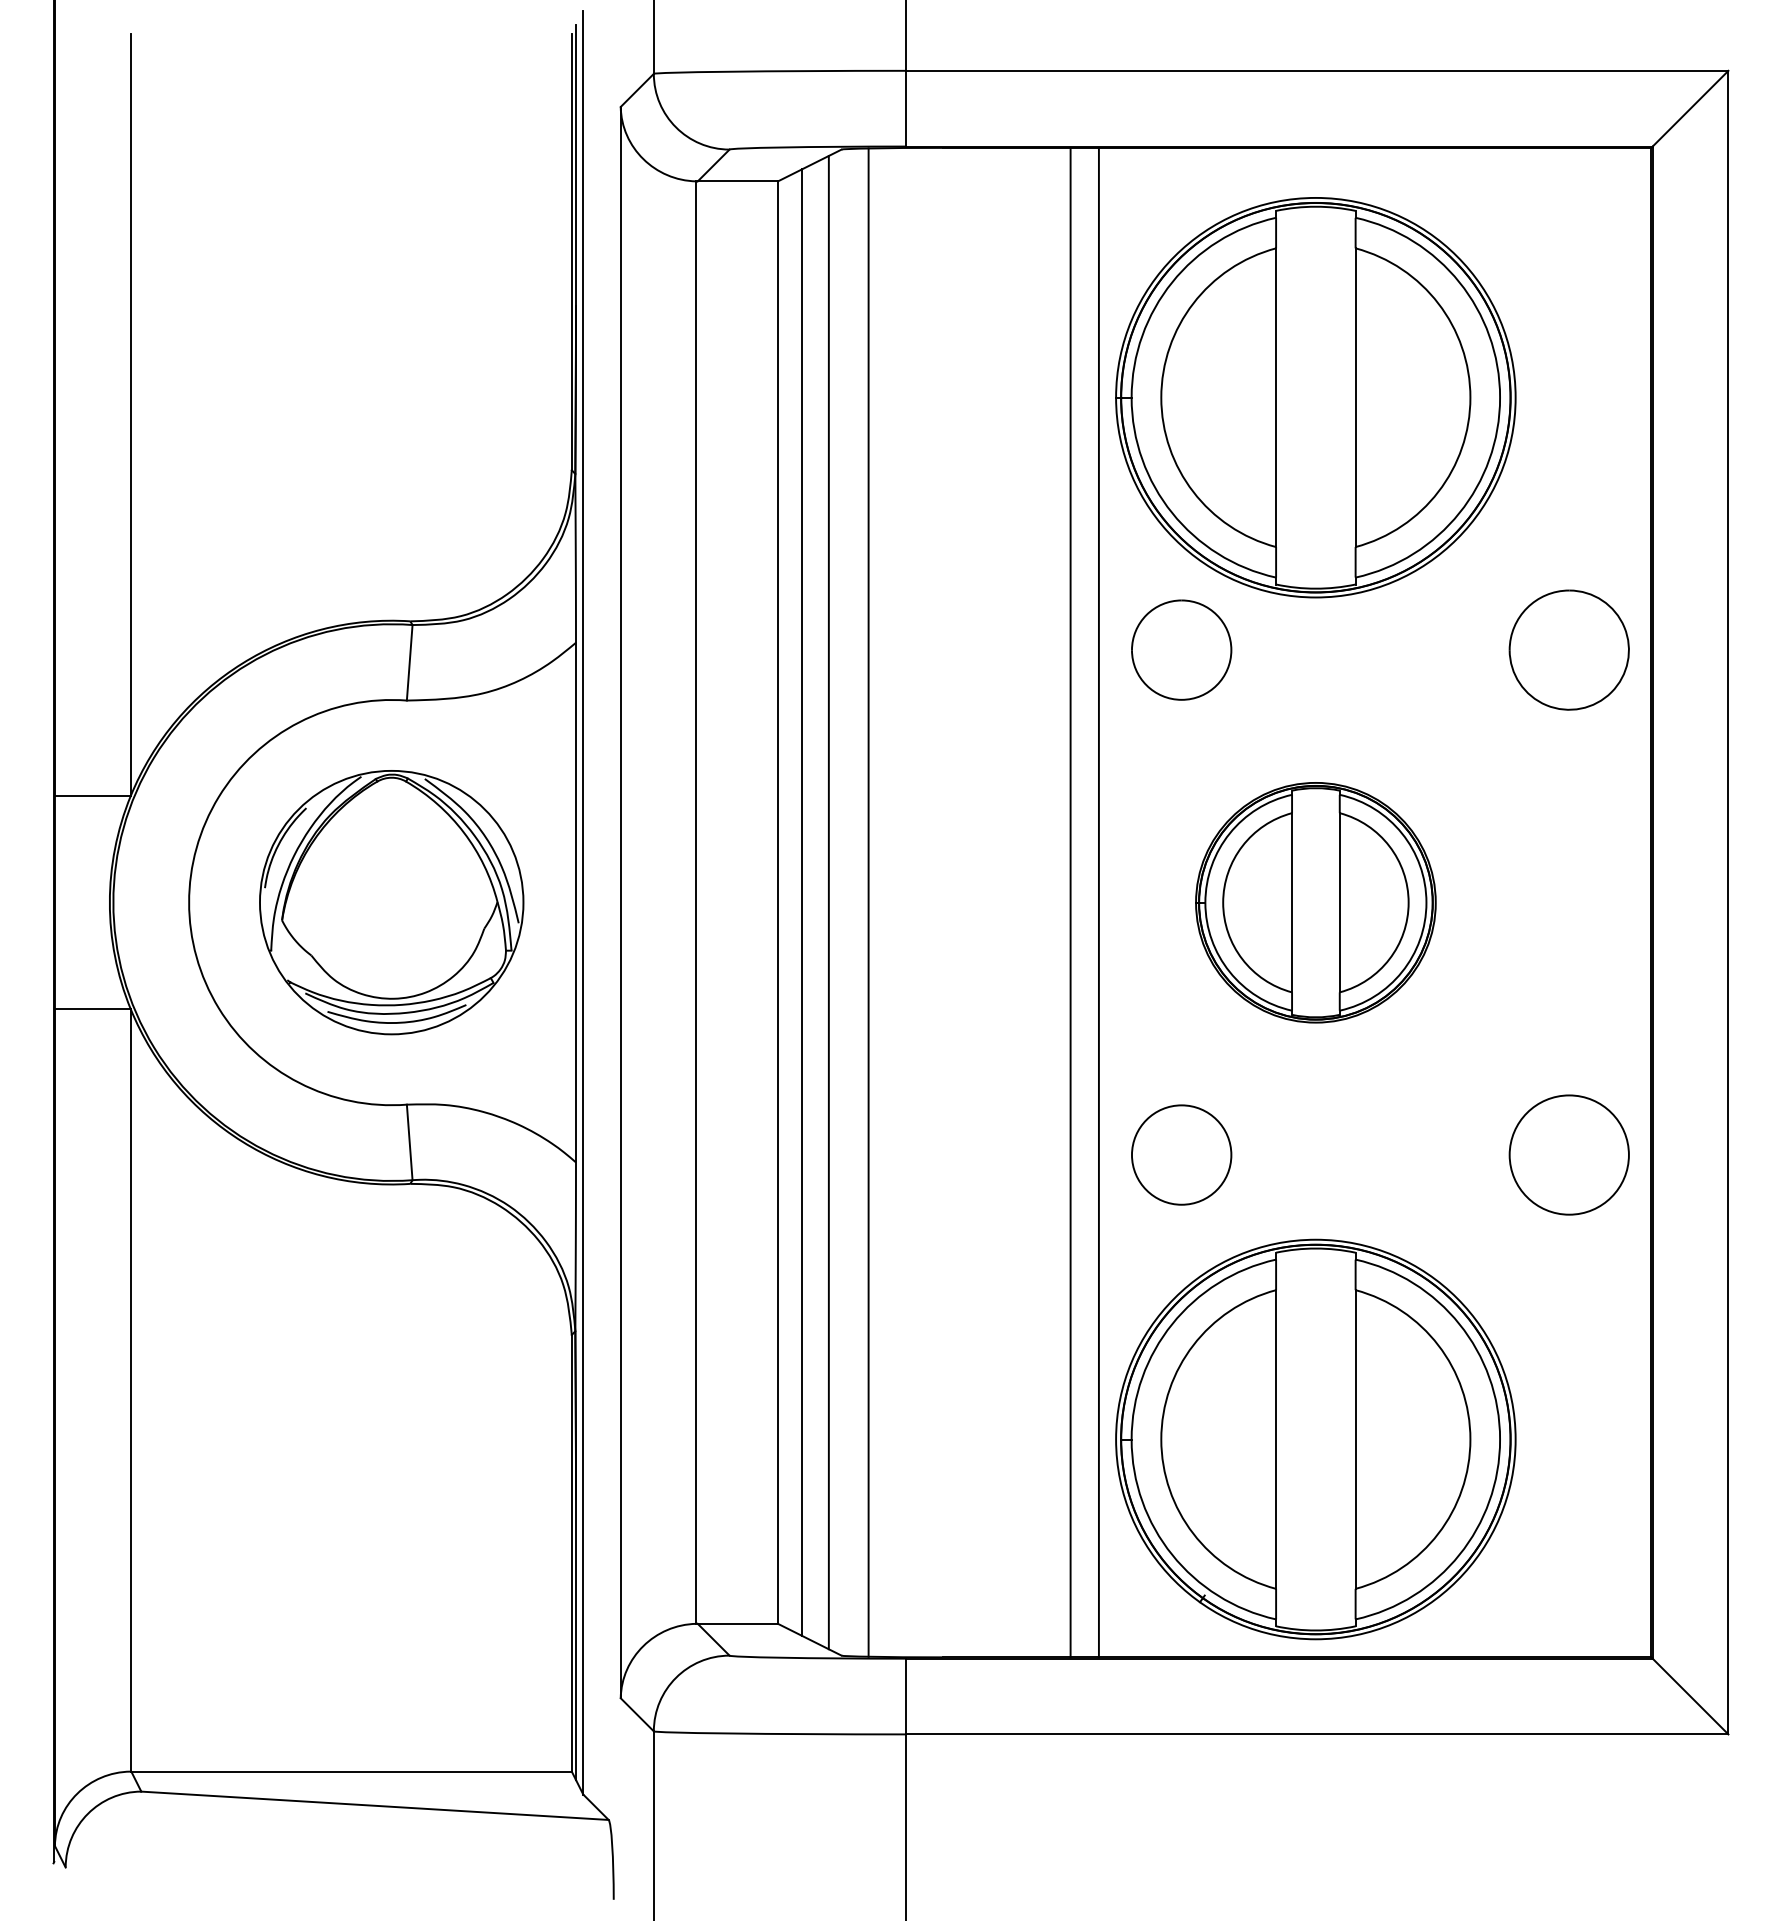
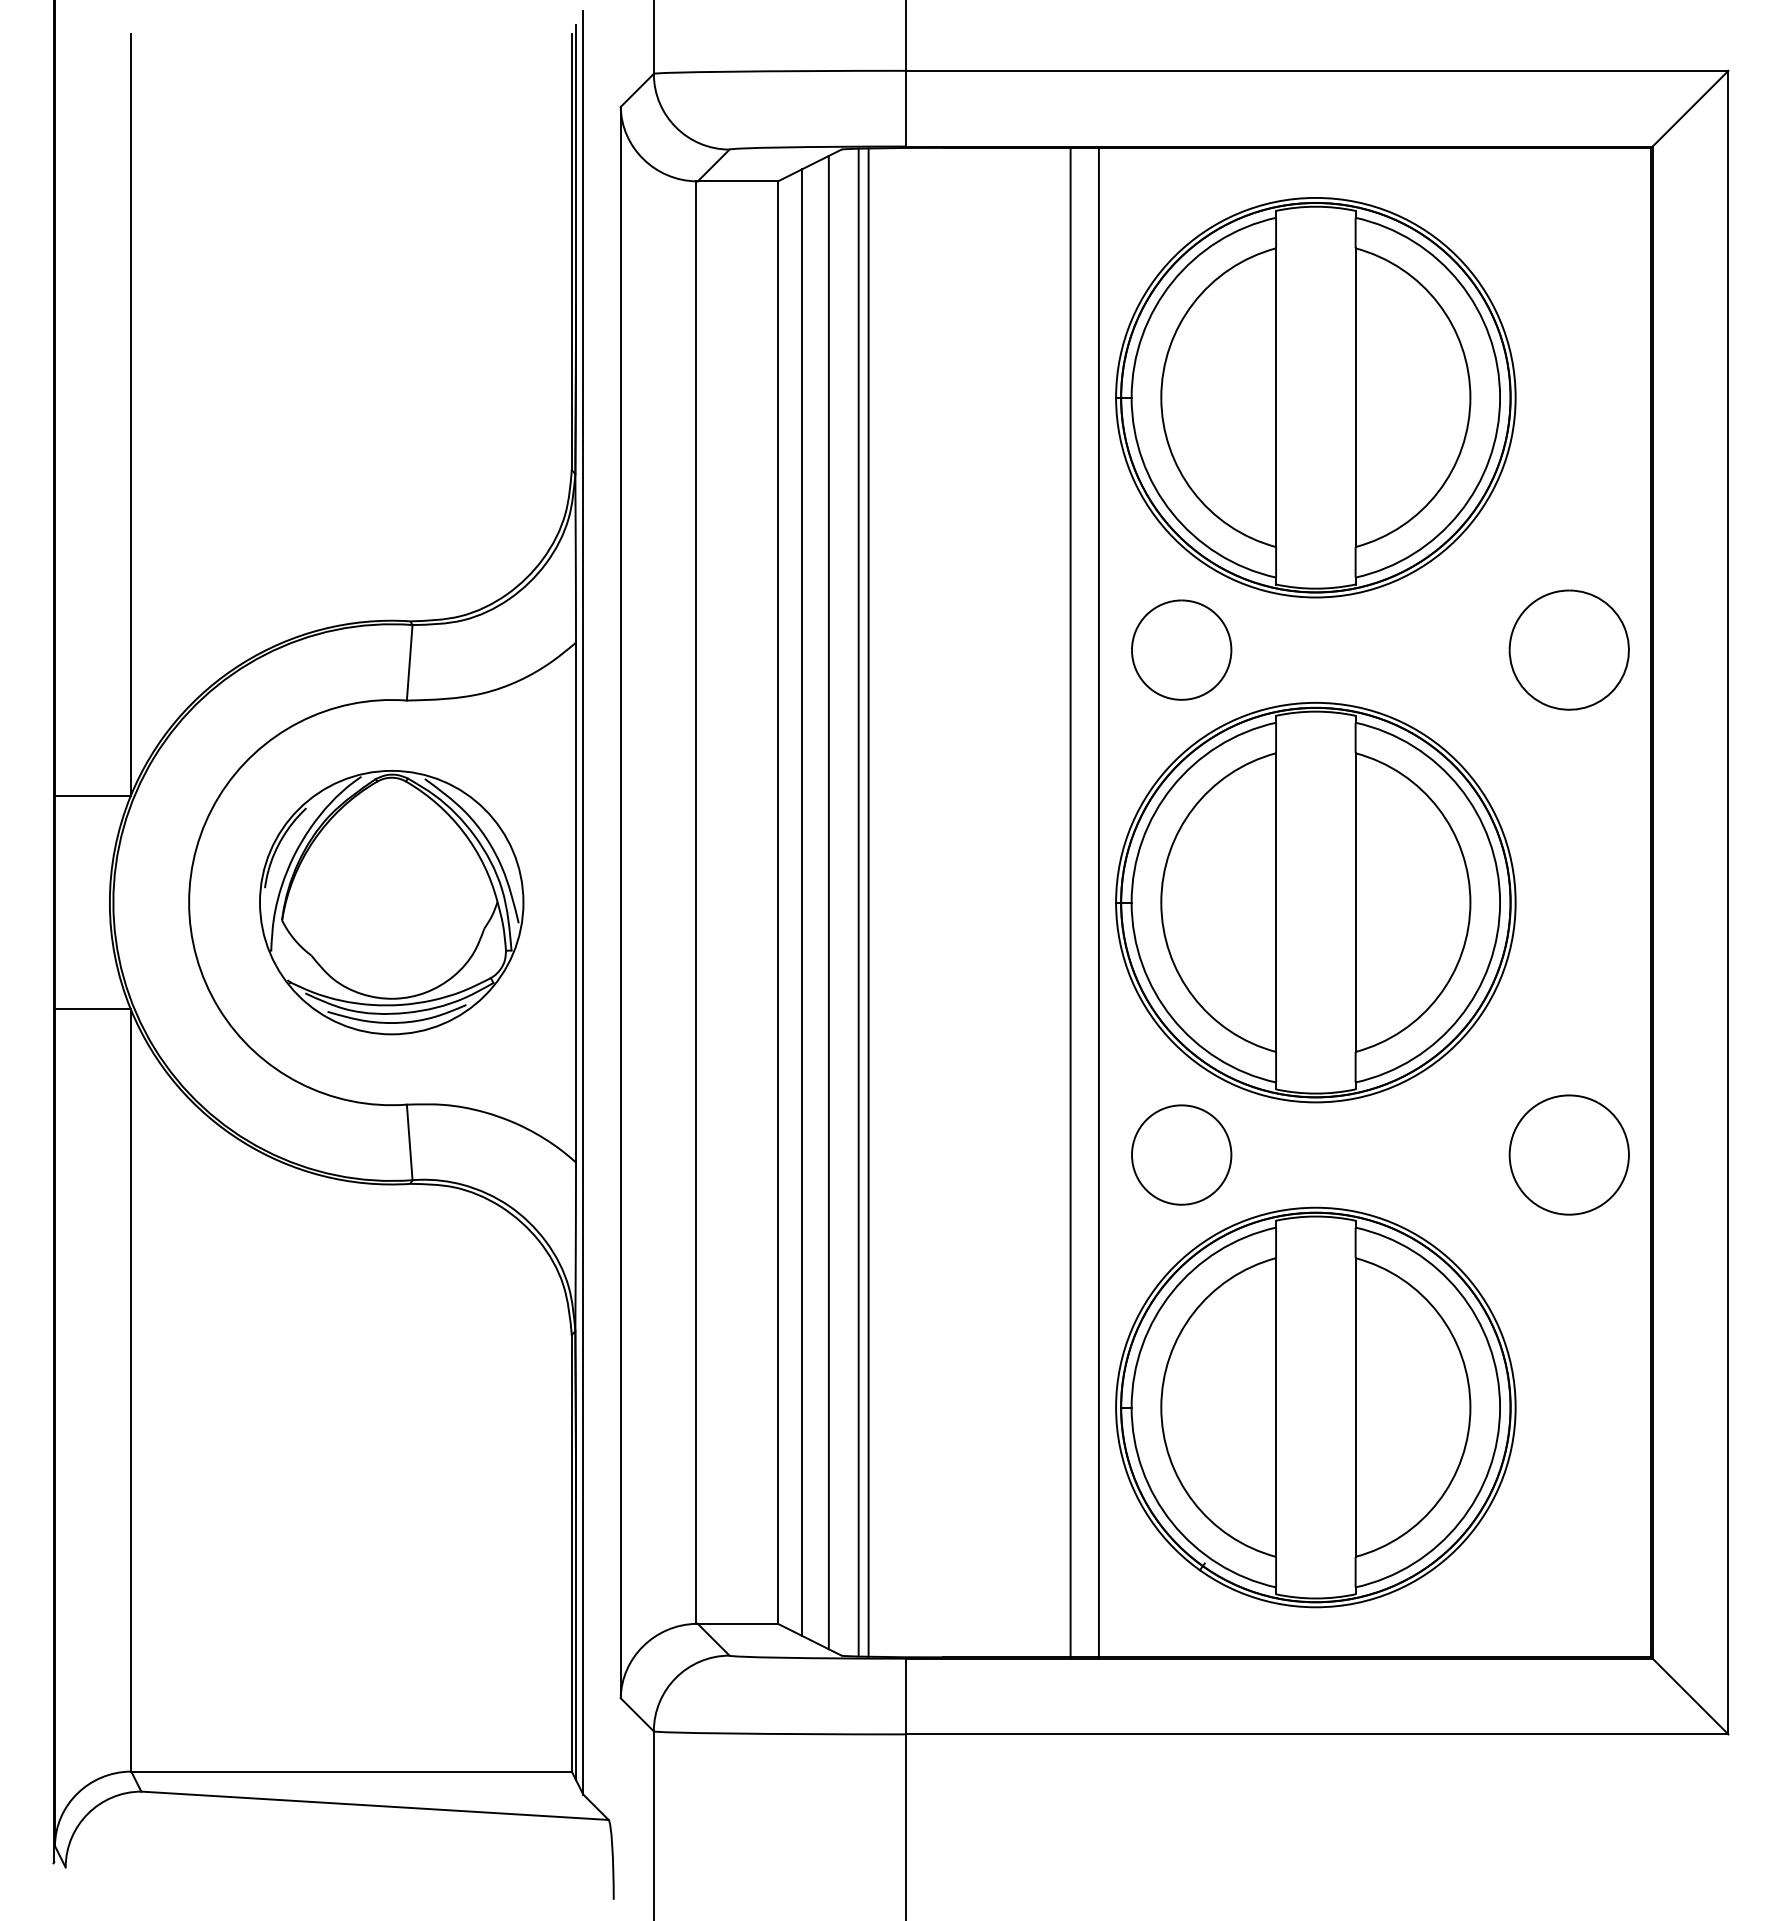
line at (858, 902): none -> present
part at (1315, 902) size: 242x242 px -> 402x402 px
part at (1315, 1439) position: (1315, 1439) -> (1315, 1407)
